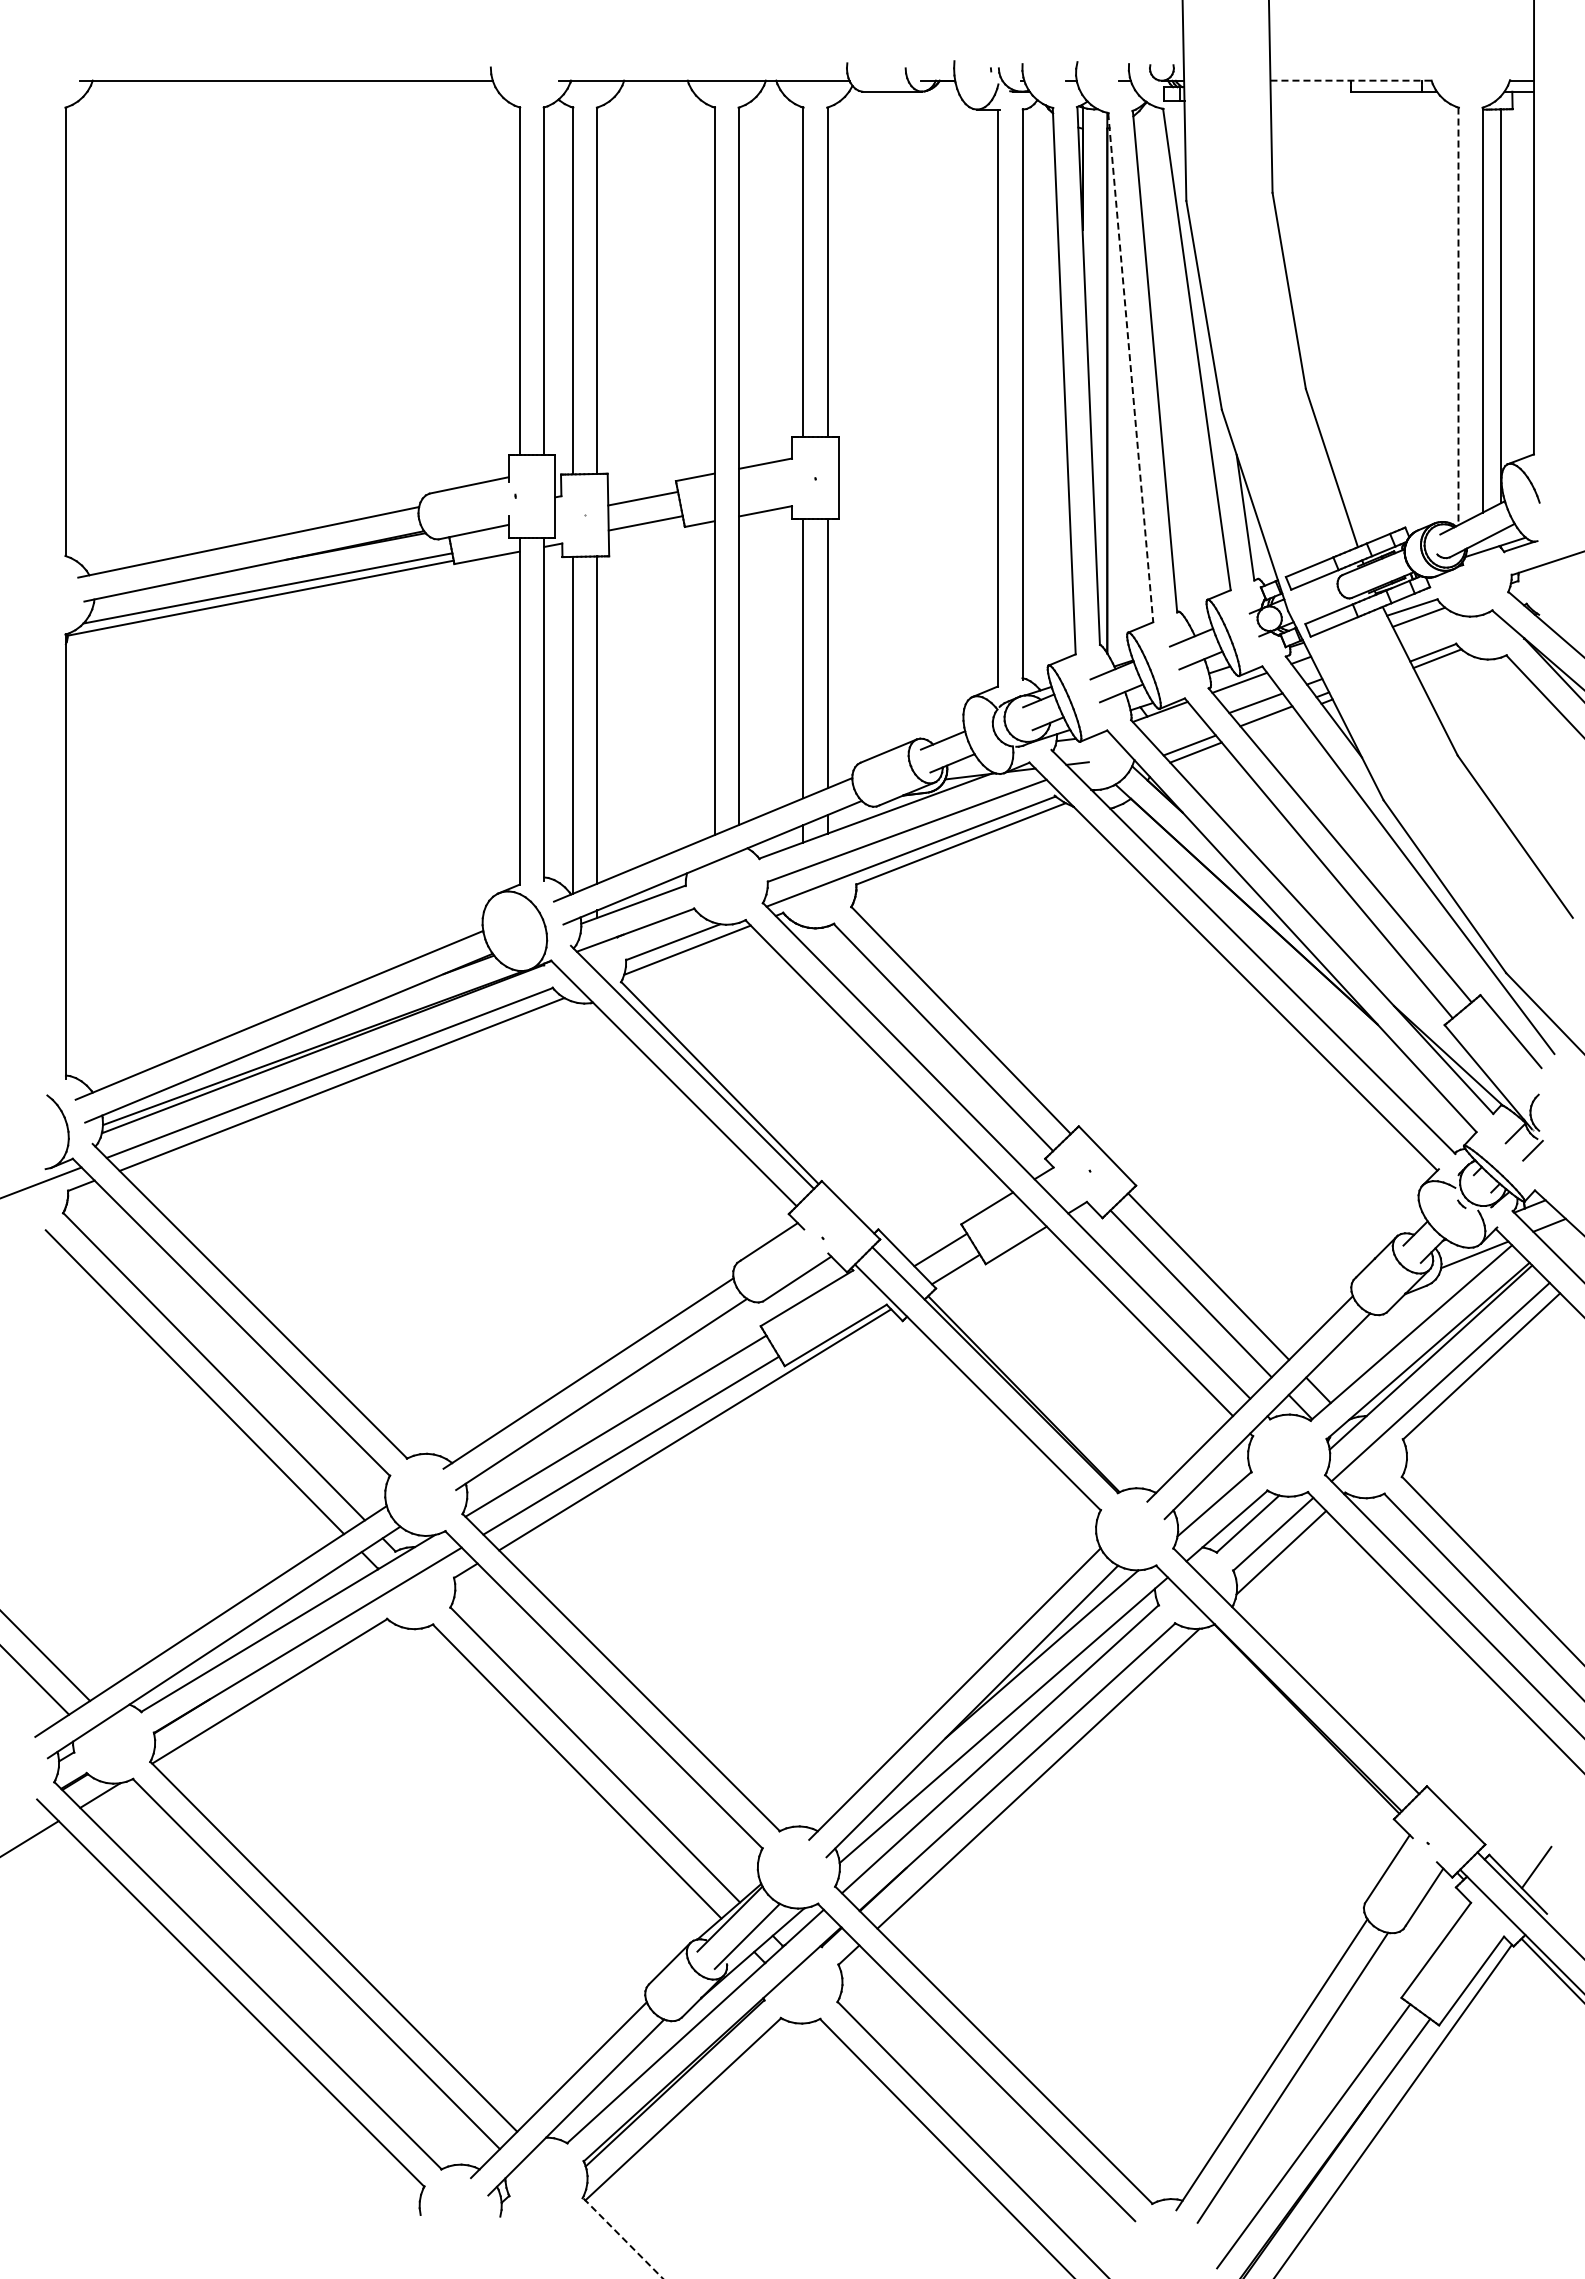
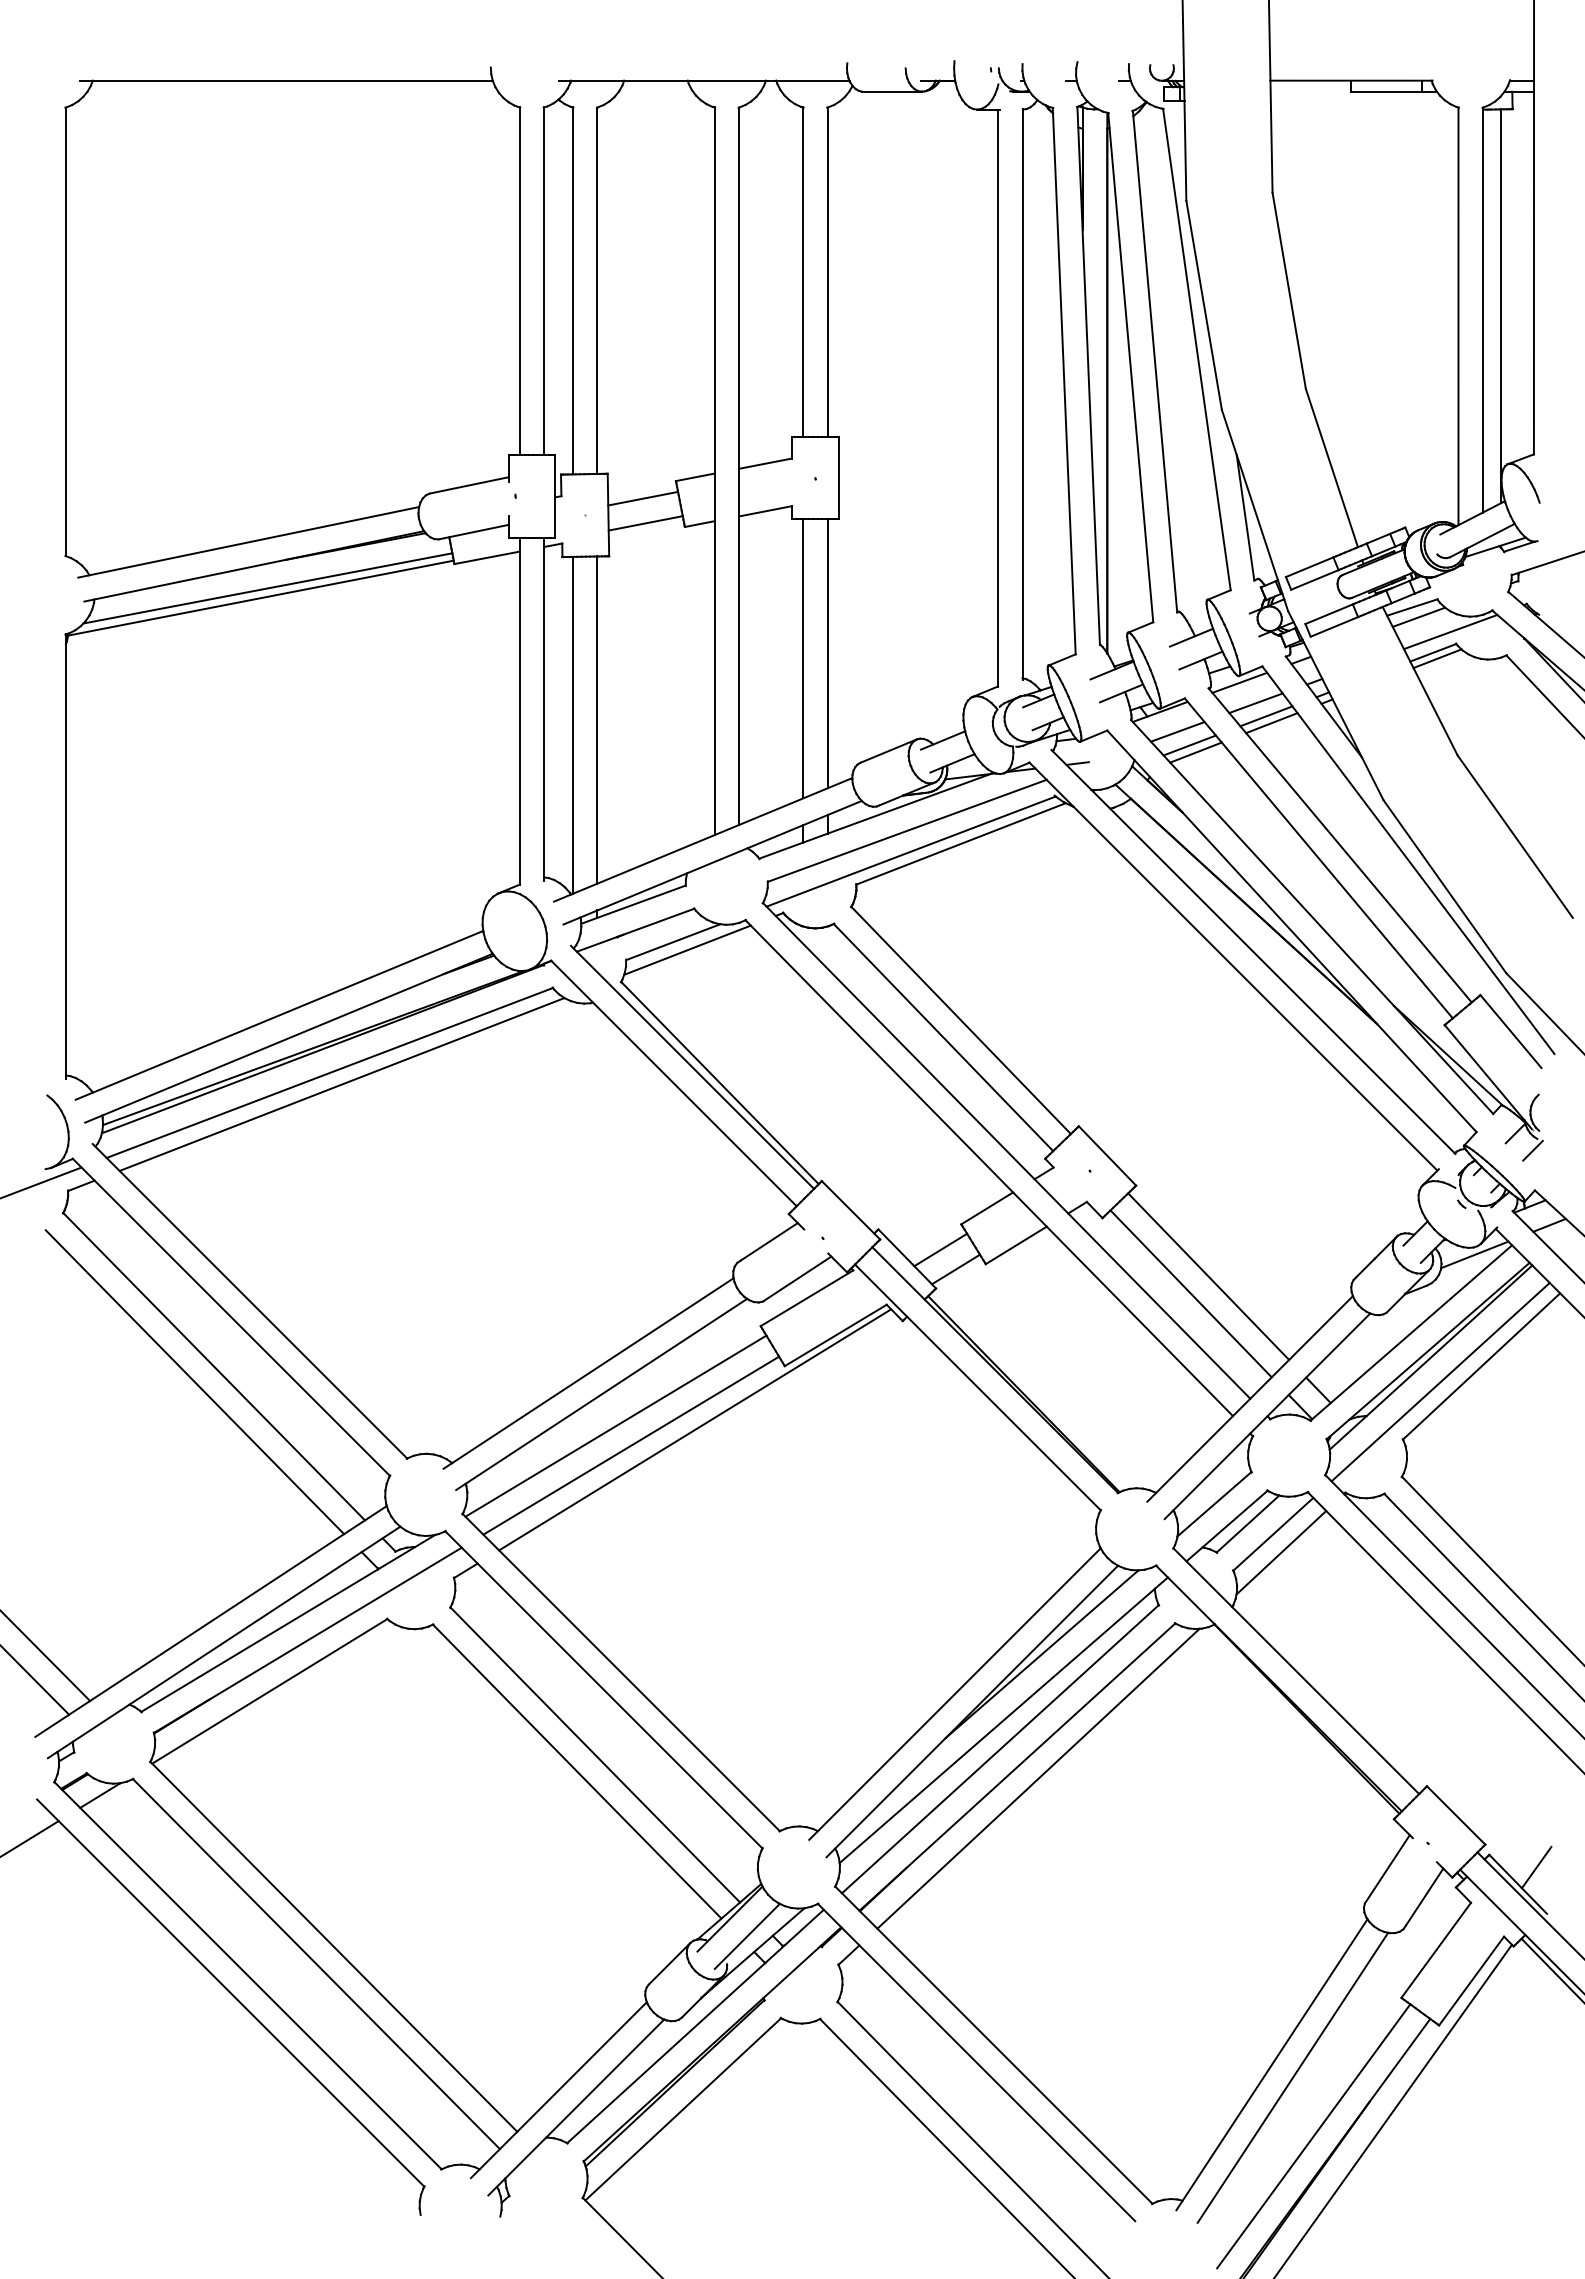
line at (1352, 80): dashed -> solid
line at (1458, 316): dashed -> solid
line at (1130, 367): dashed -> solid
line at (1450, 631): none -> present
line at (1271, 723): none -> present
line at (1177, 731): none -> present
line at (622, 2238): dashed -> solid
